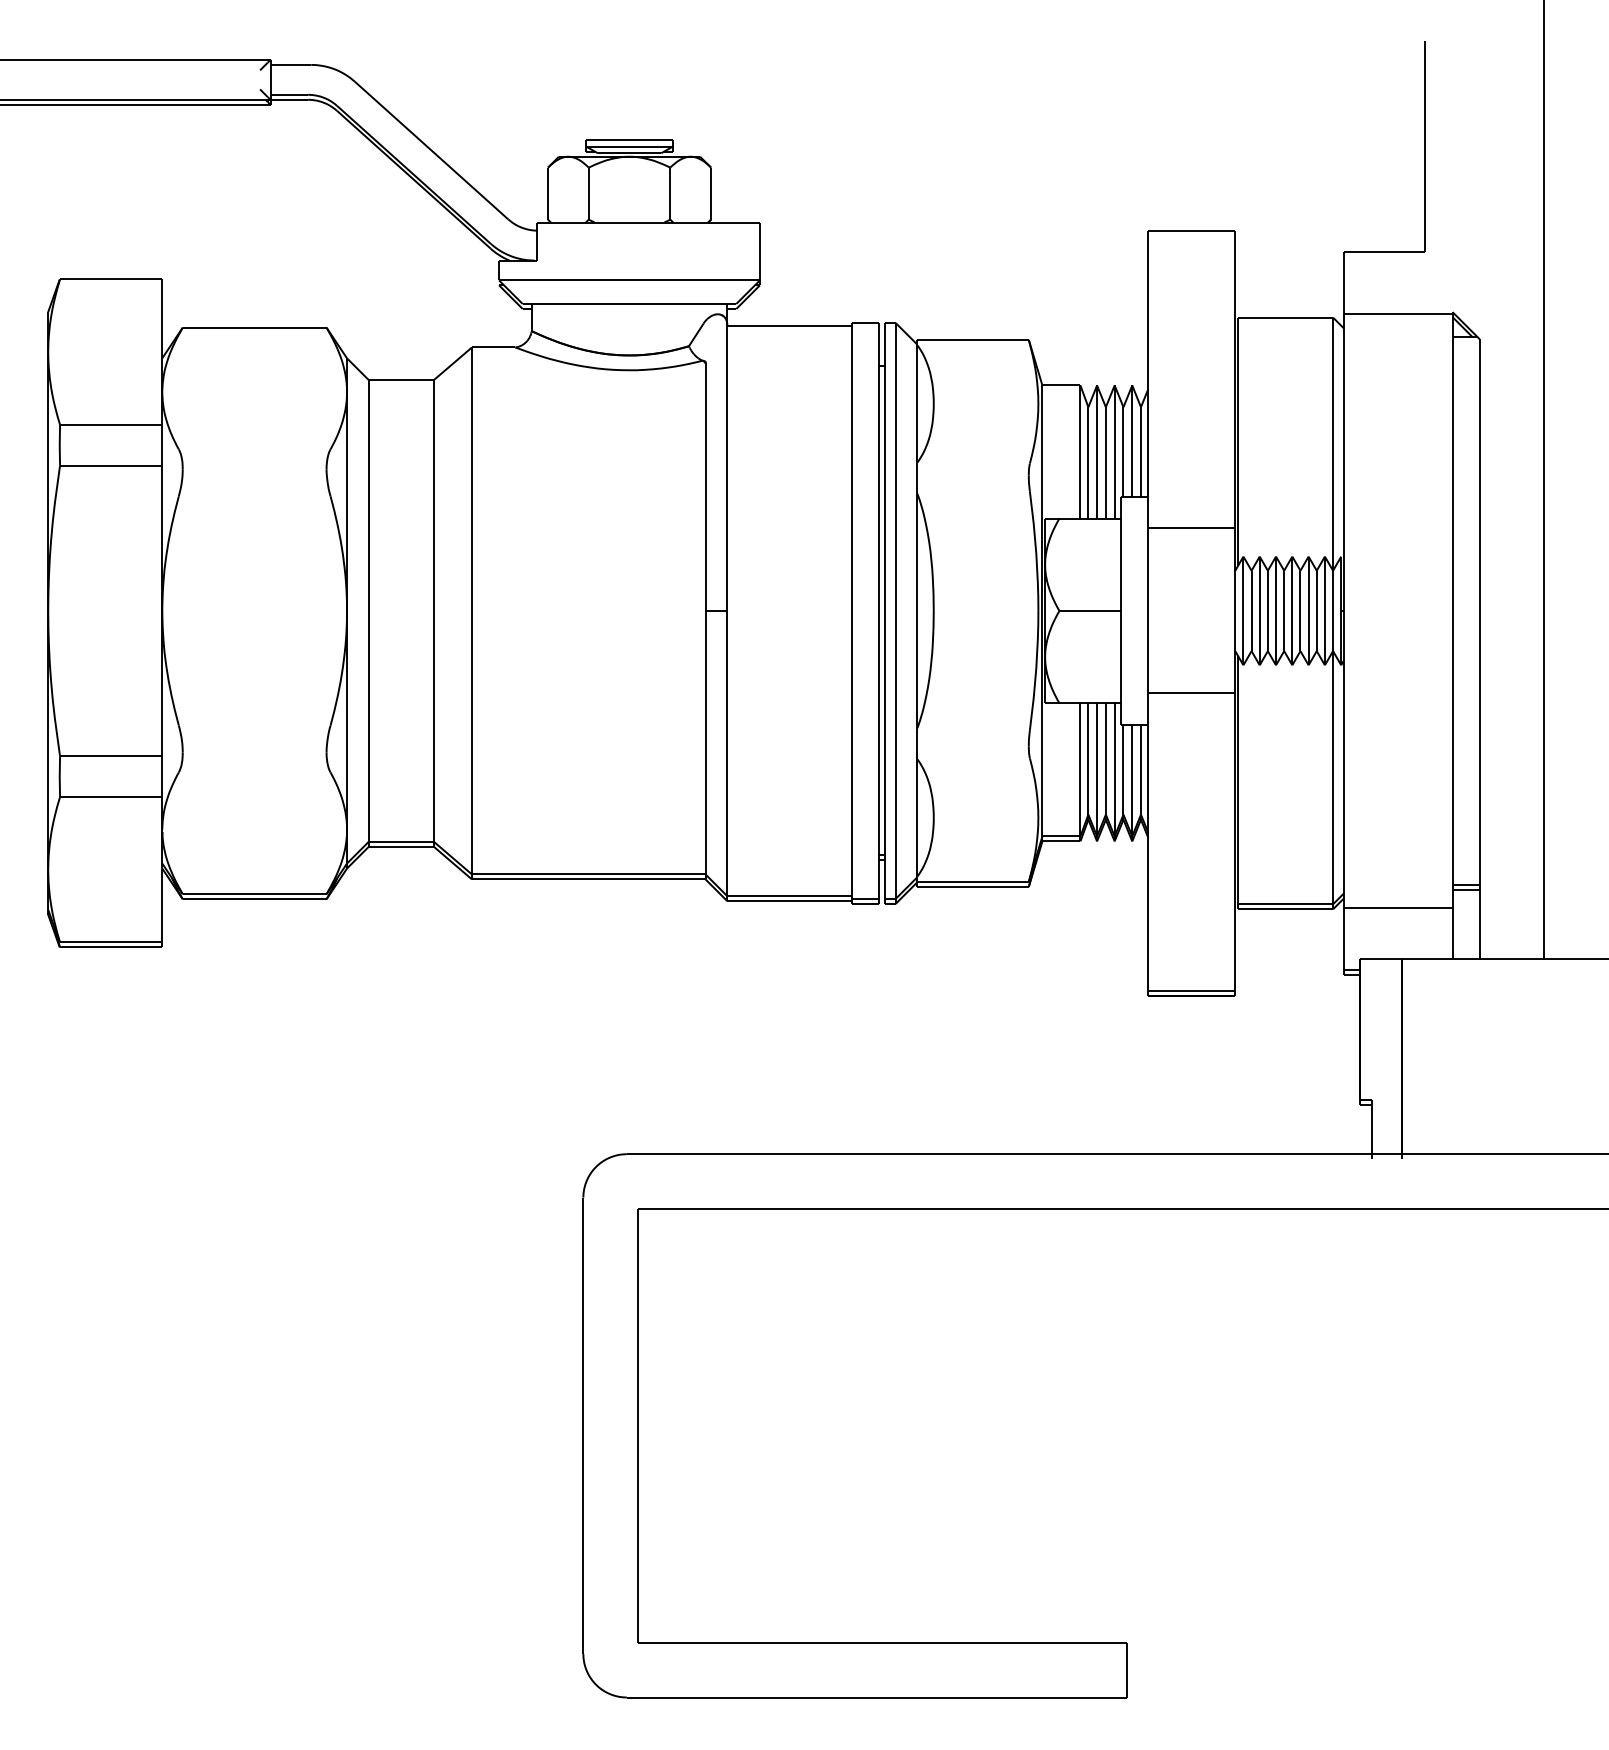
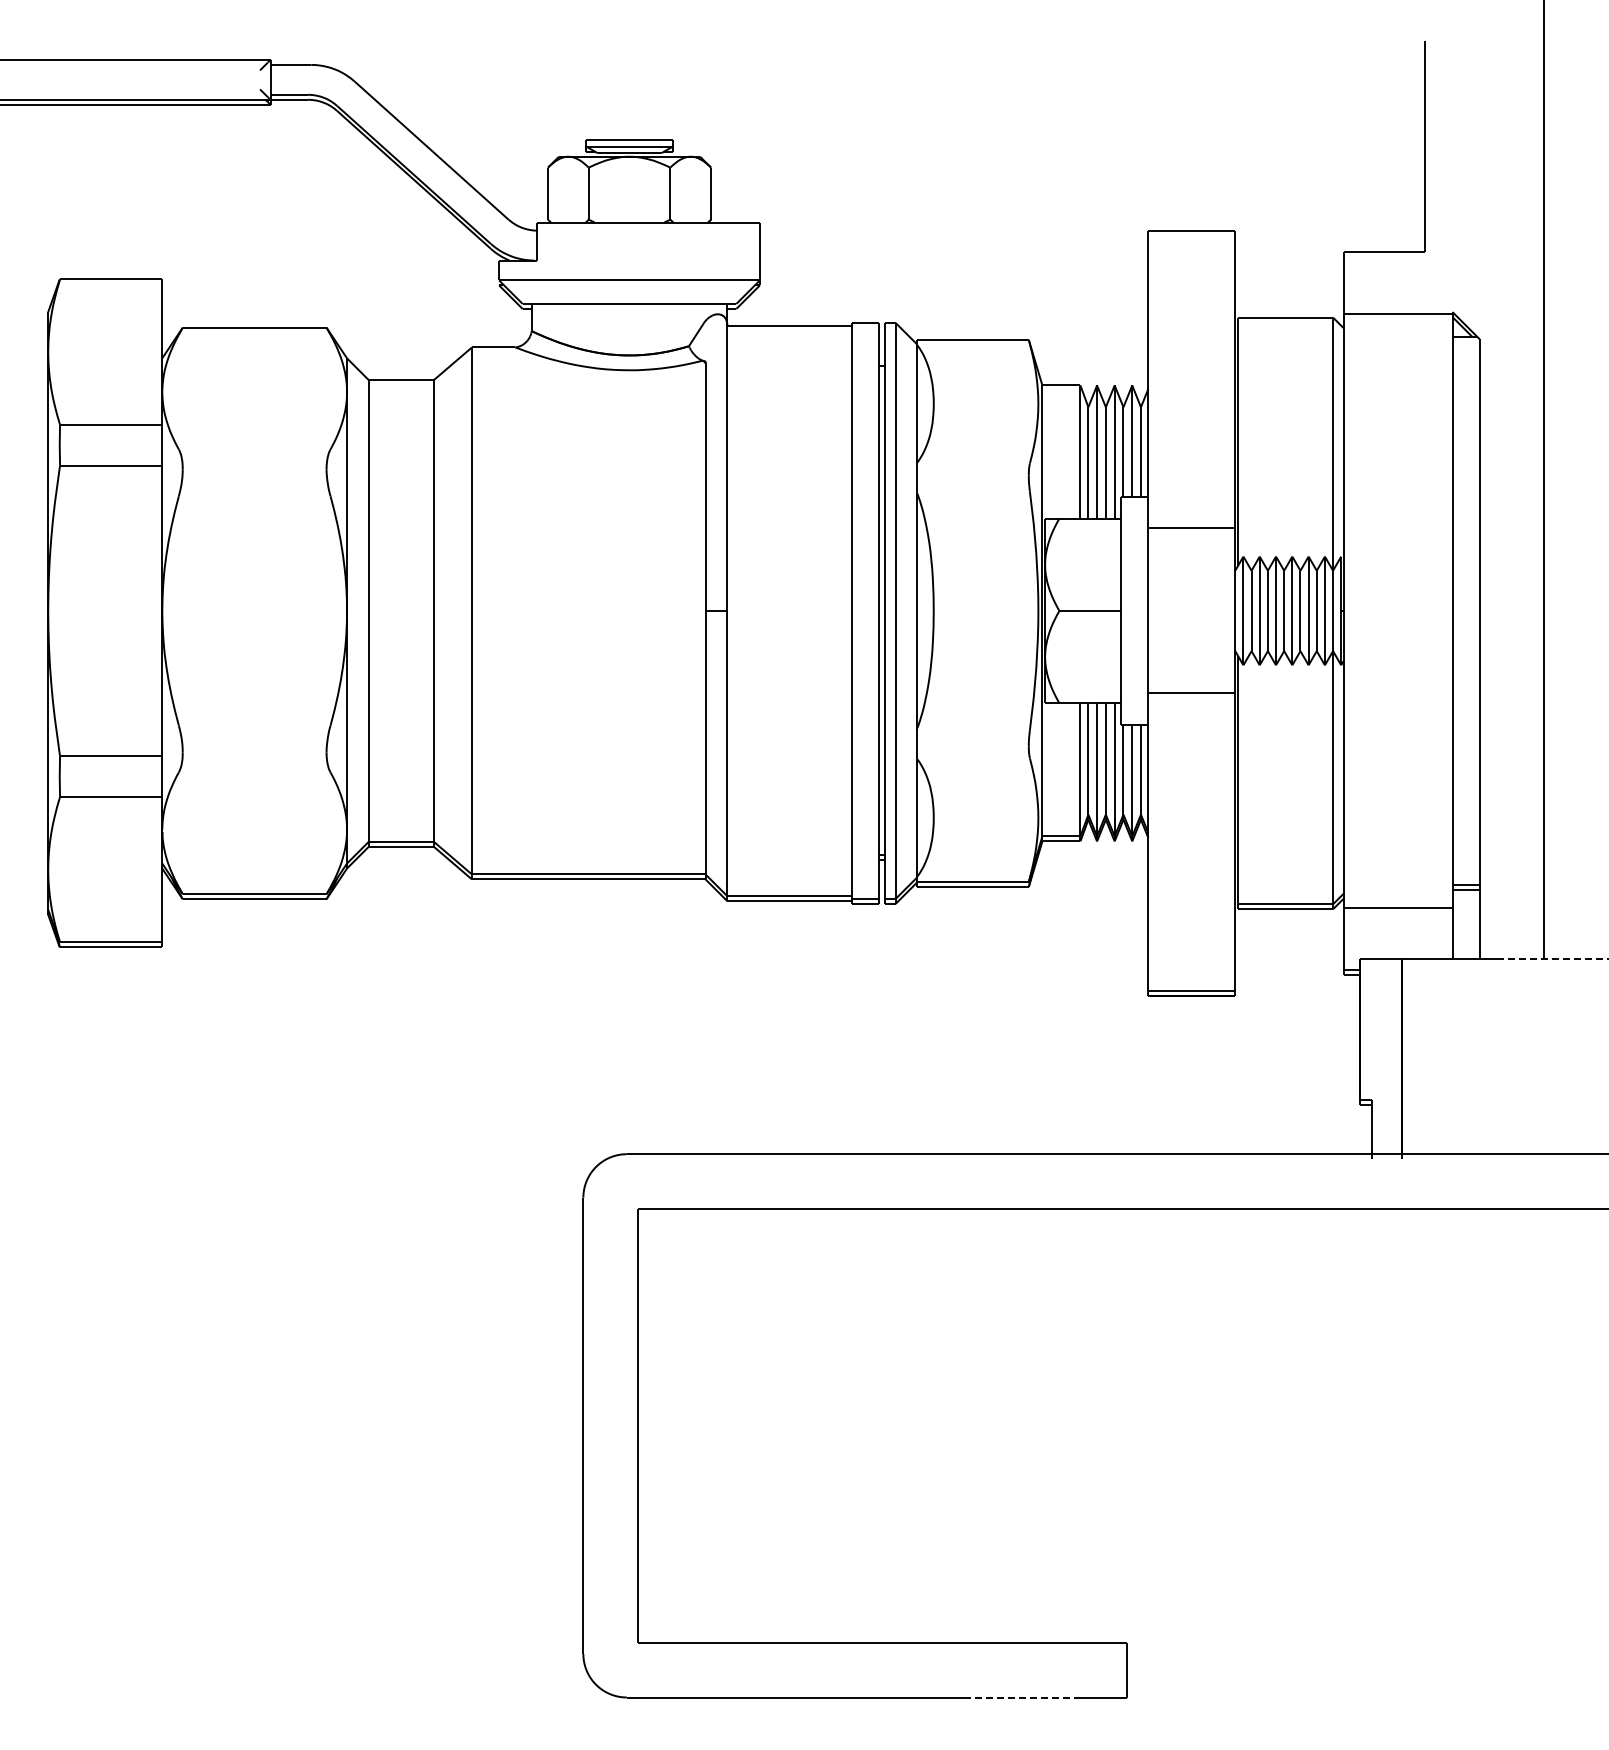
line at (1553, 958): solid -> dashed
line at (1021, 1697): solid -> dashed
